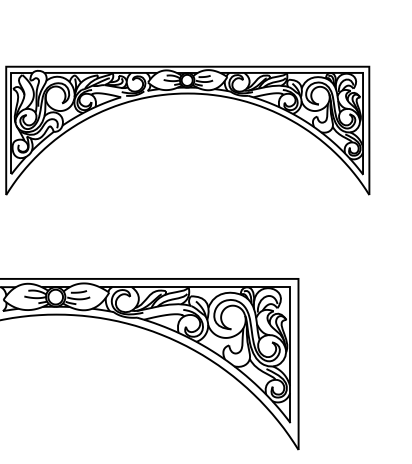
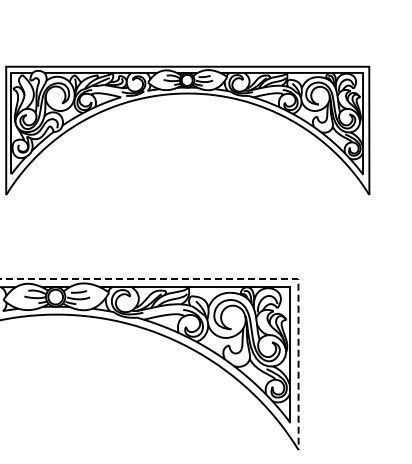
line at (235, 278): solid -> dashed
